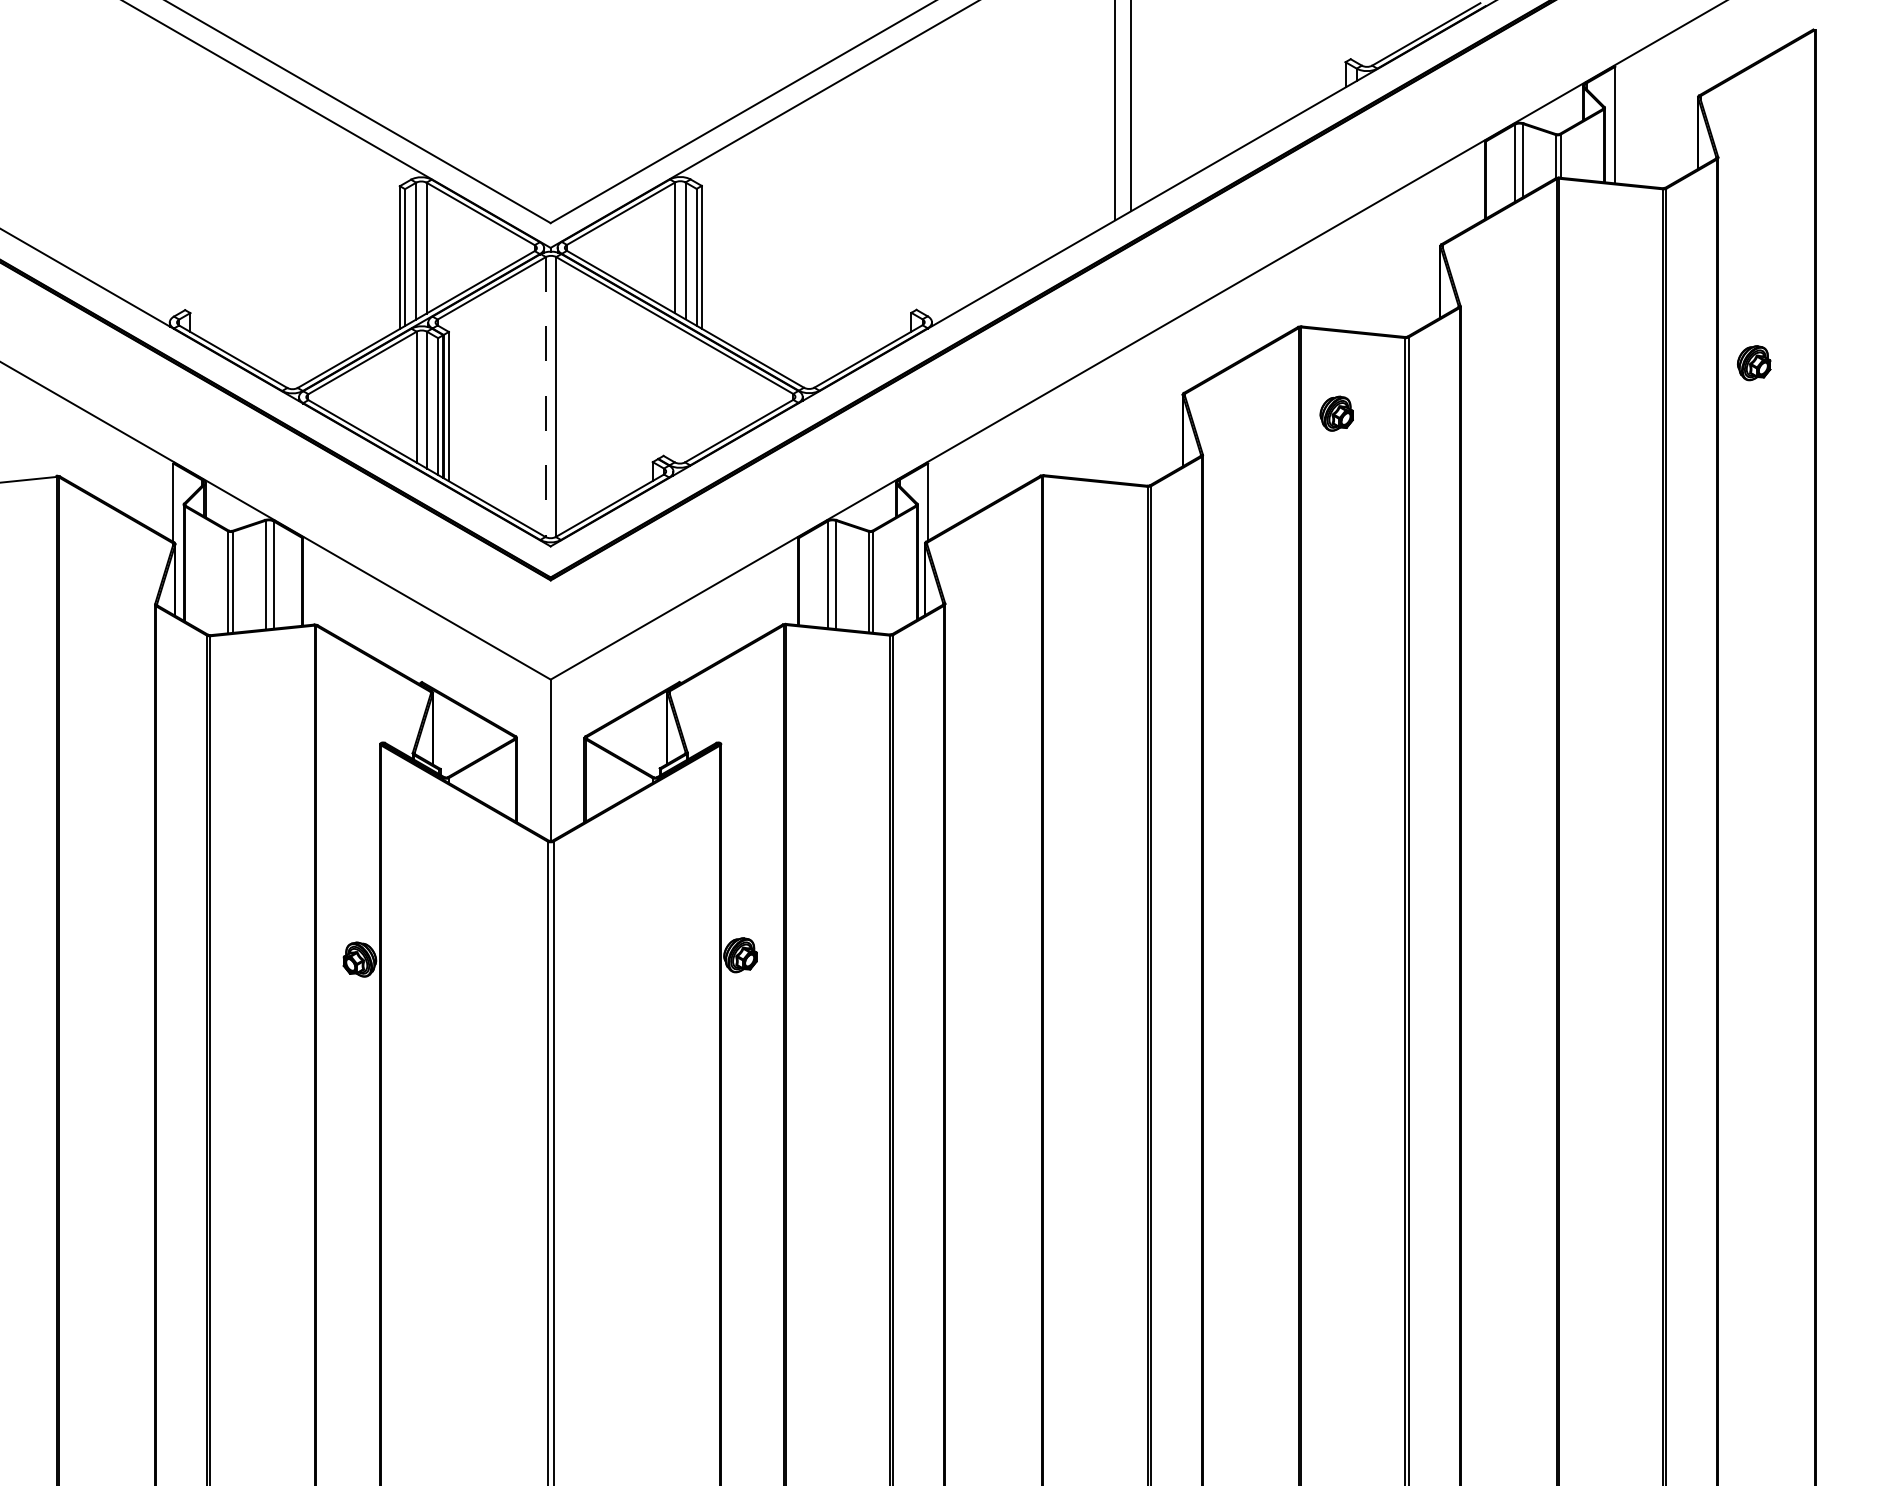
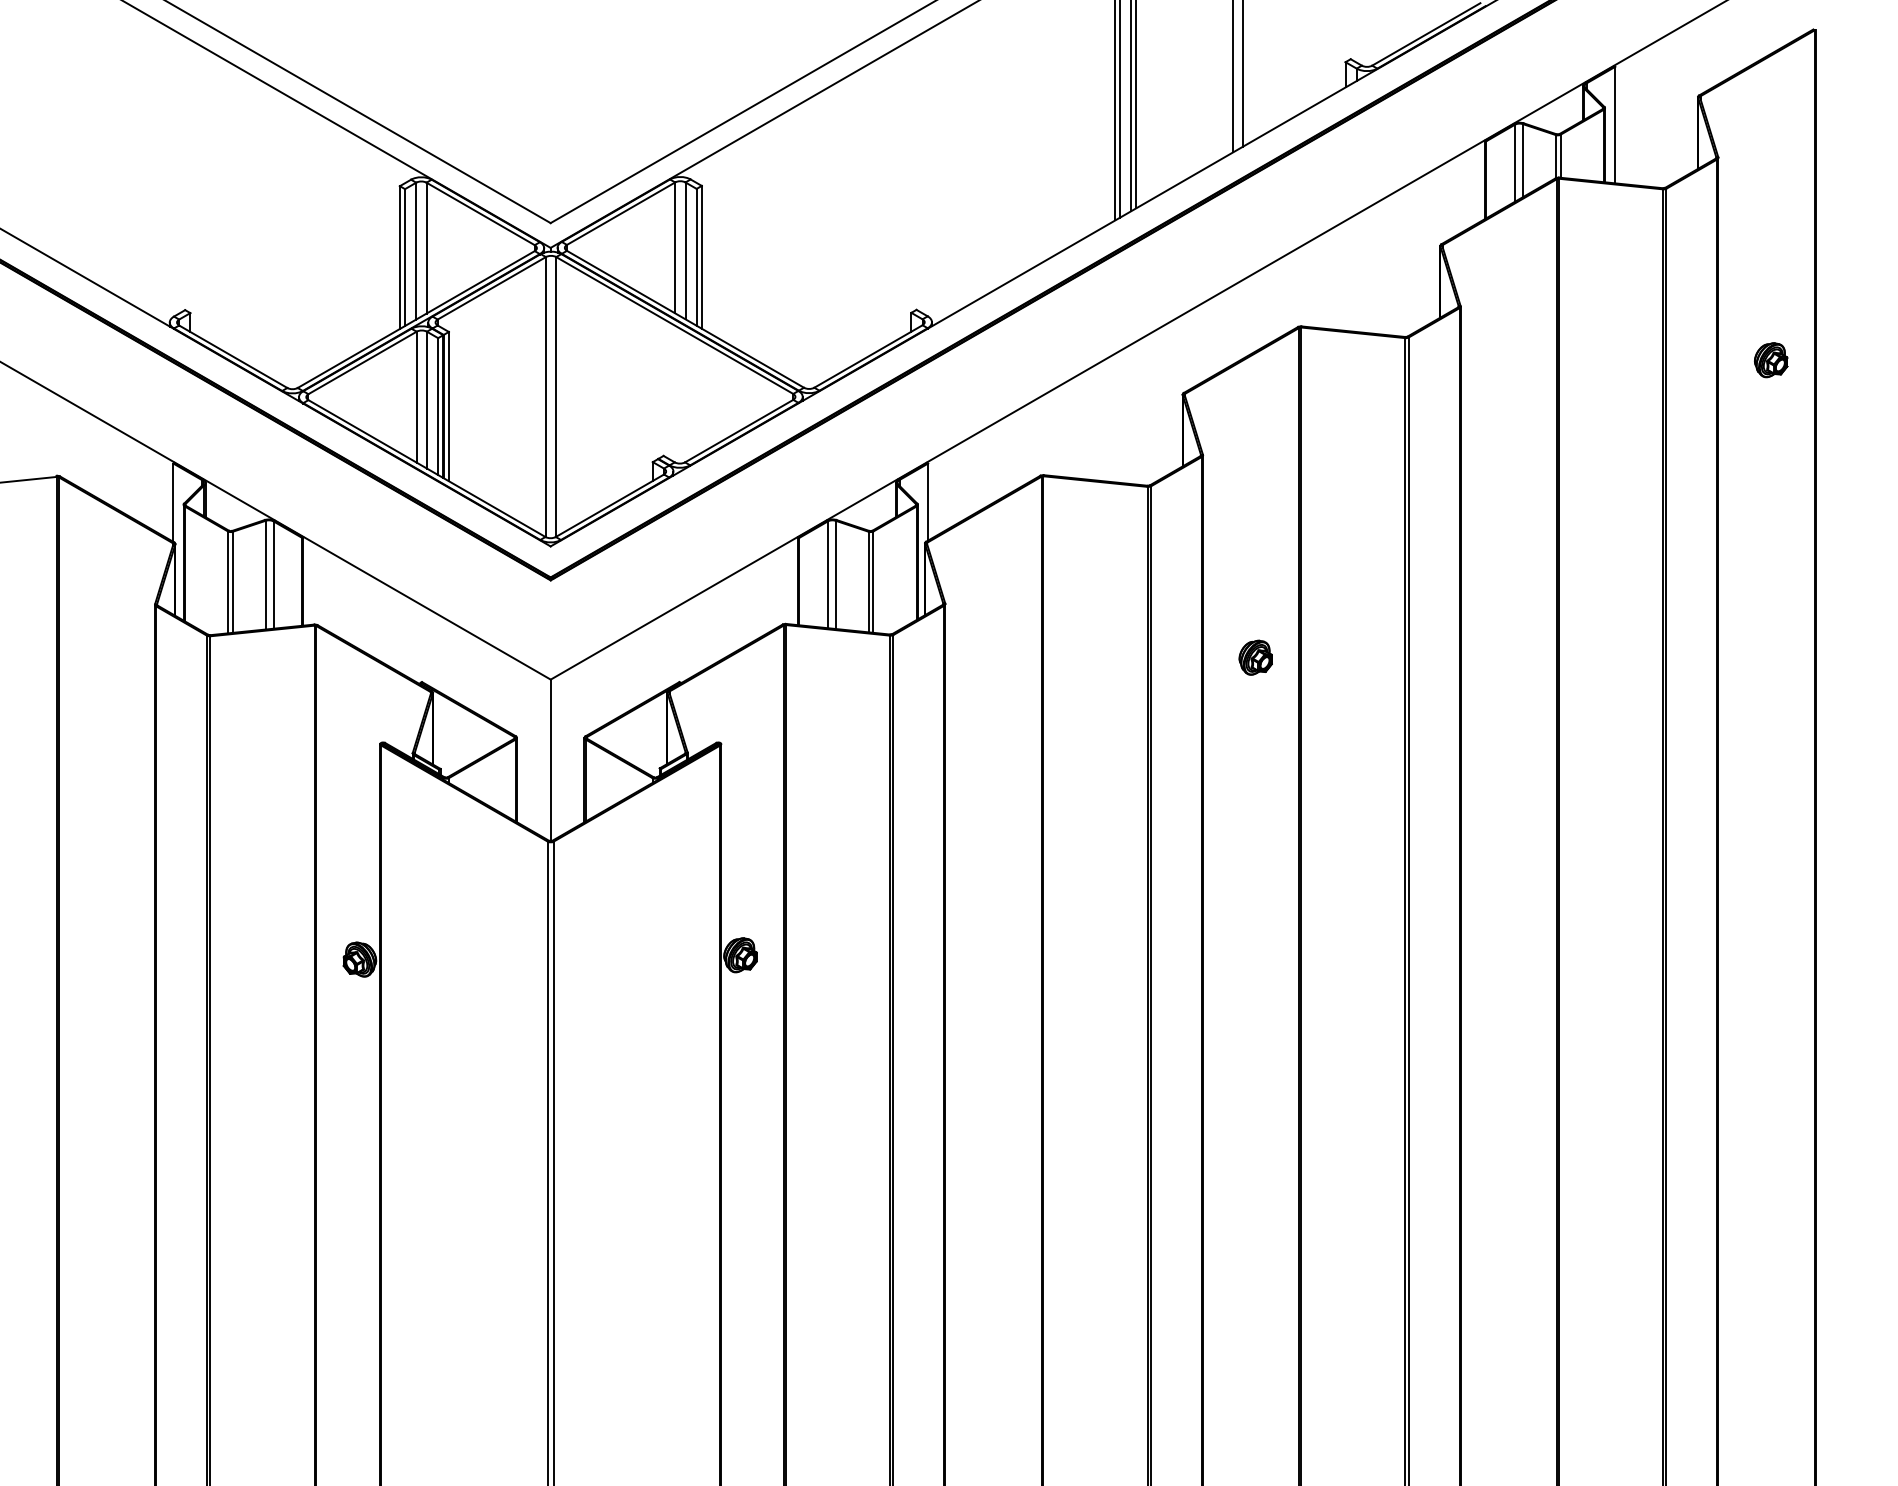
line at (1243, 74): none -> present
line at (1233, 77): none -> present
line at (1136, 105): none -> present
line at (1119, 109): none -> present
part at (1754, 363) position: (1754, 363) -> (1771, 360)
line at (545, 397): dashed -> solid
part at (1336, 413) position: (1336, 413) -> (1255, 657)
